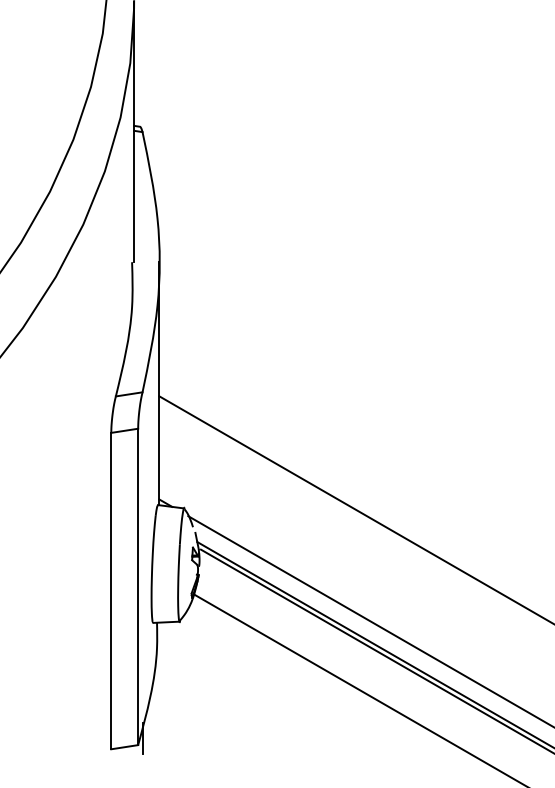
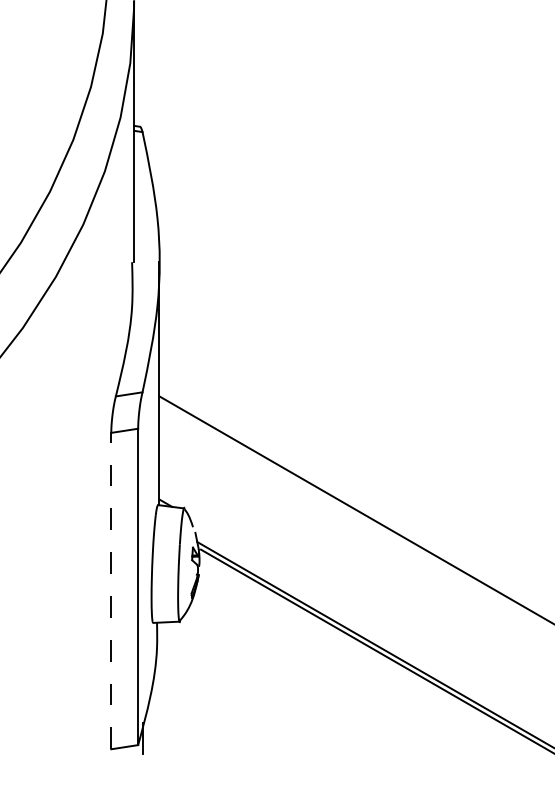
line at (111, 590): solid -> dashed
line at (369, 620): present -> none
line at (359, 689): present -> none
